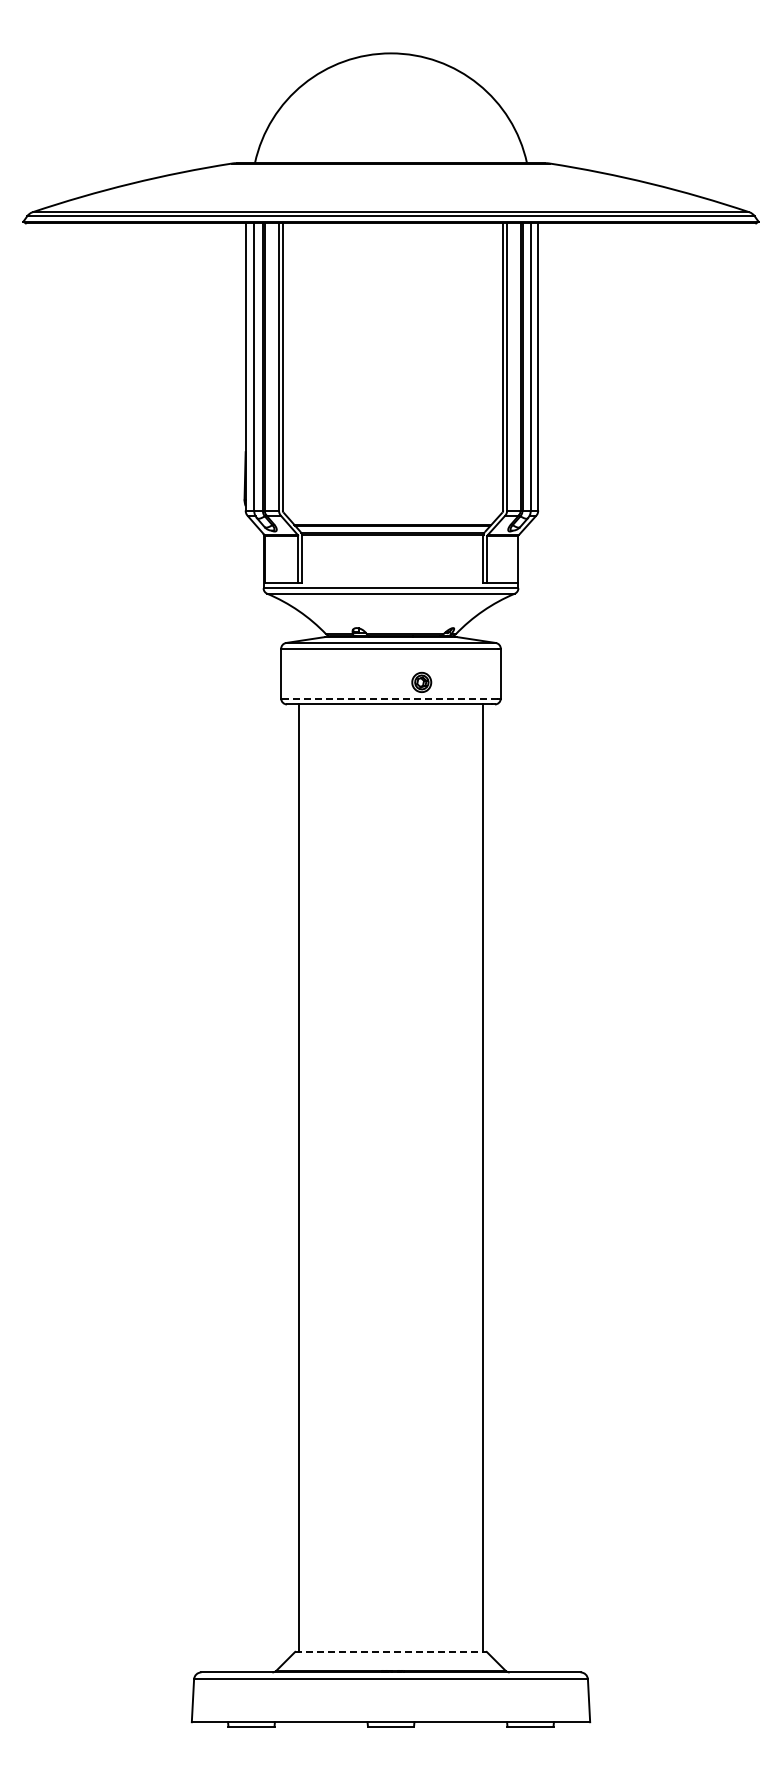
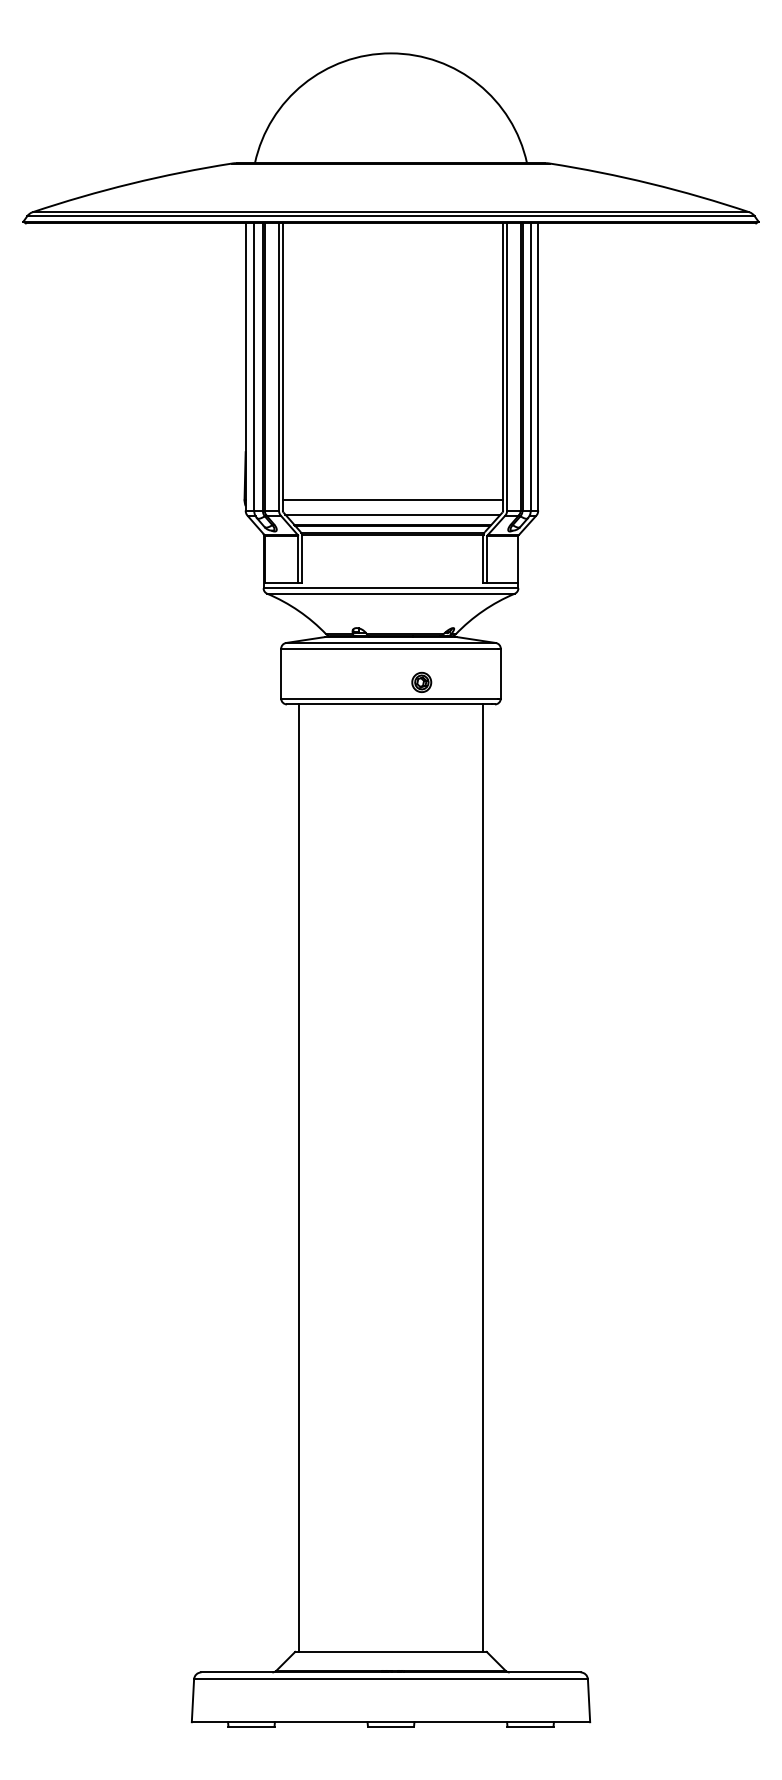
line at (392, 499): none -> present
line at (392, 515): none -> present
line at (388, 698): dashed -> solid
line at (391, 1651): dashed -> solid
